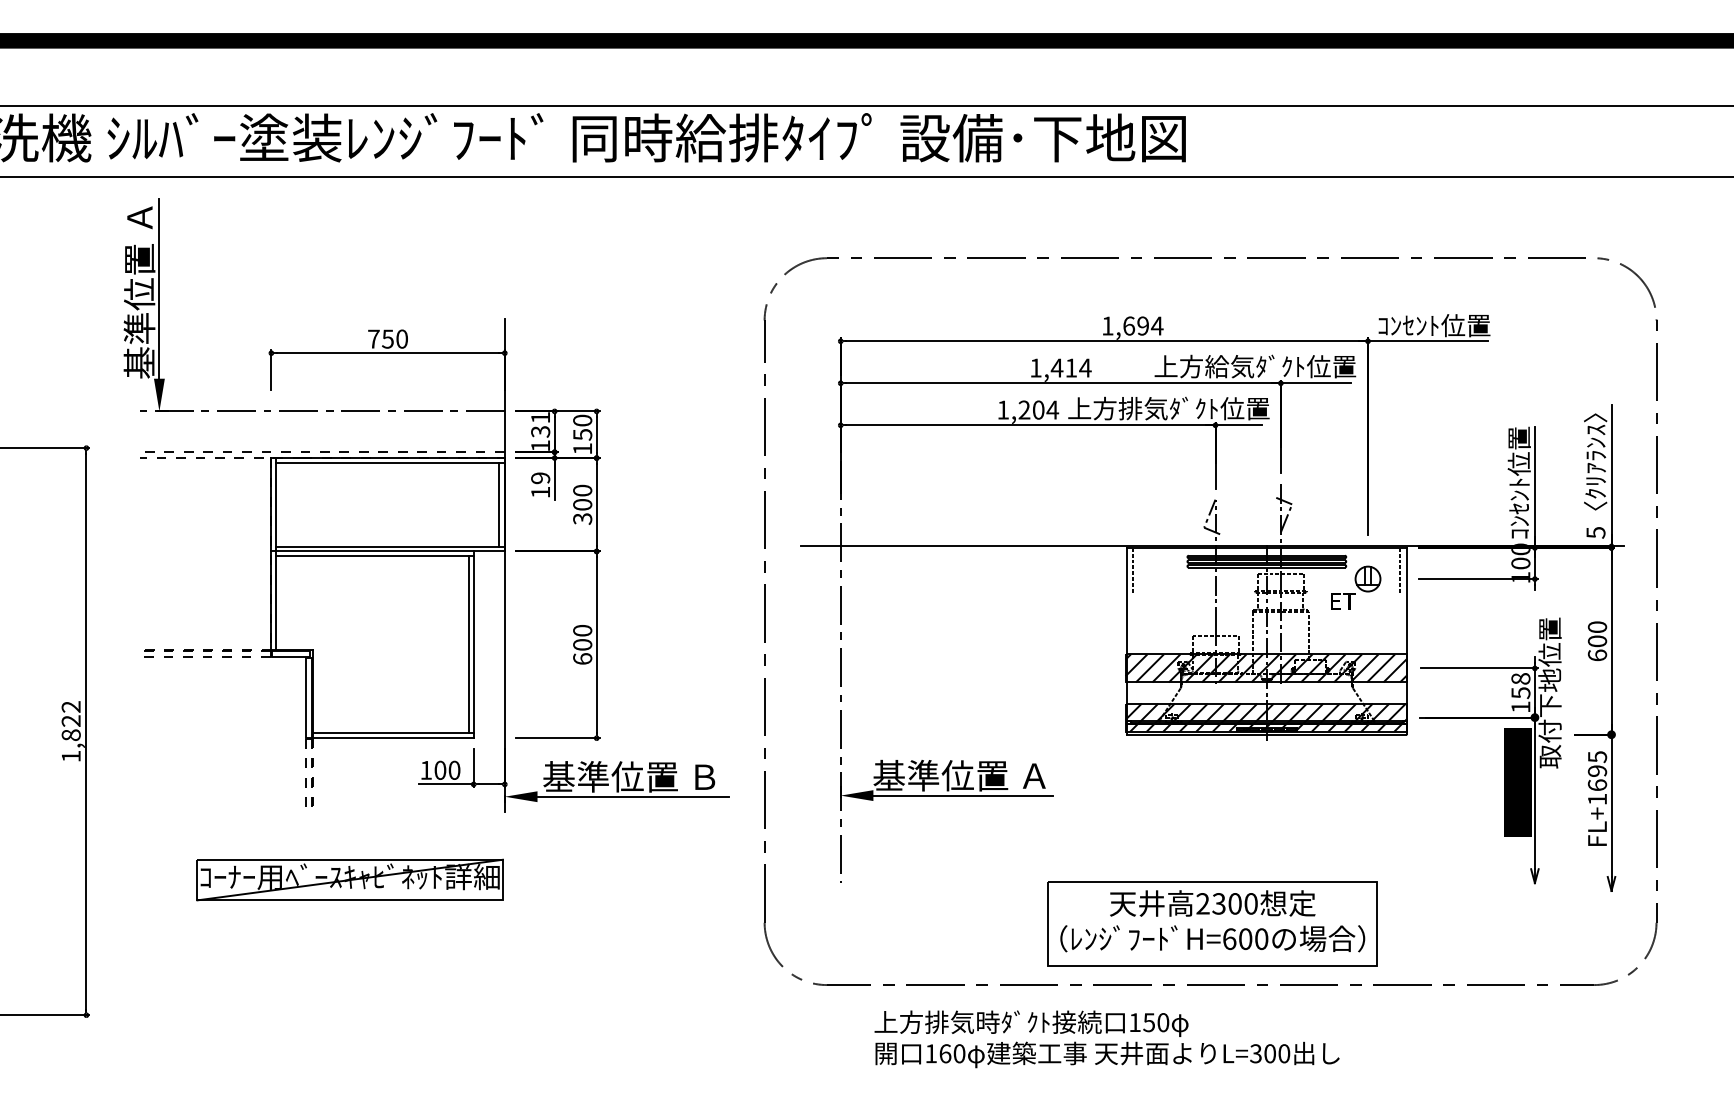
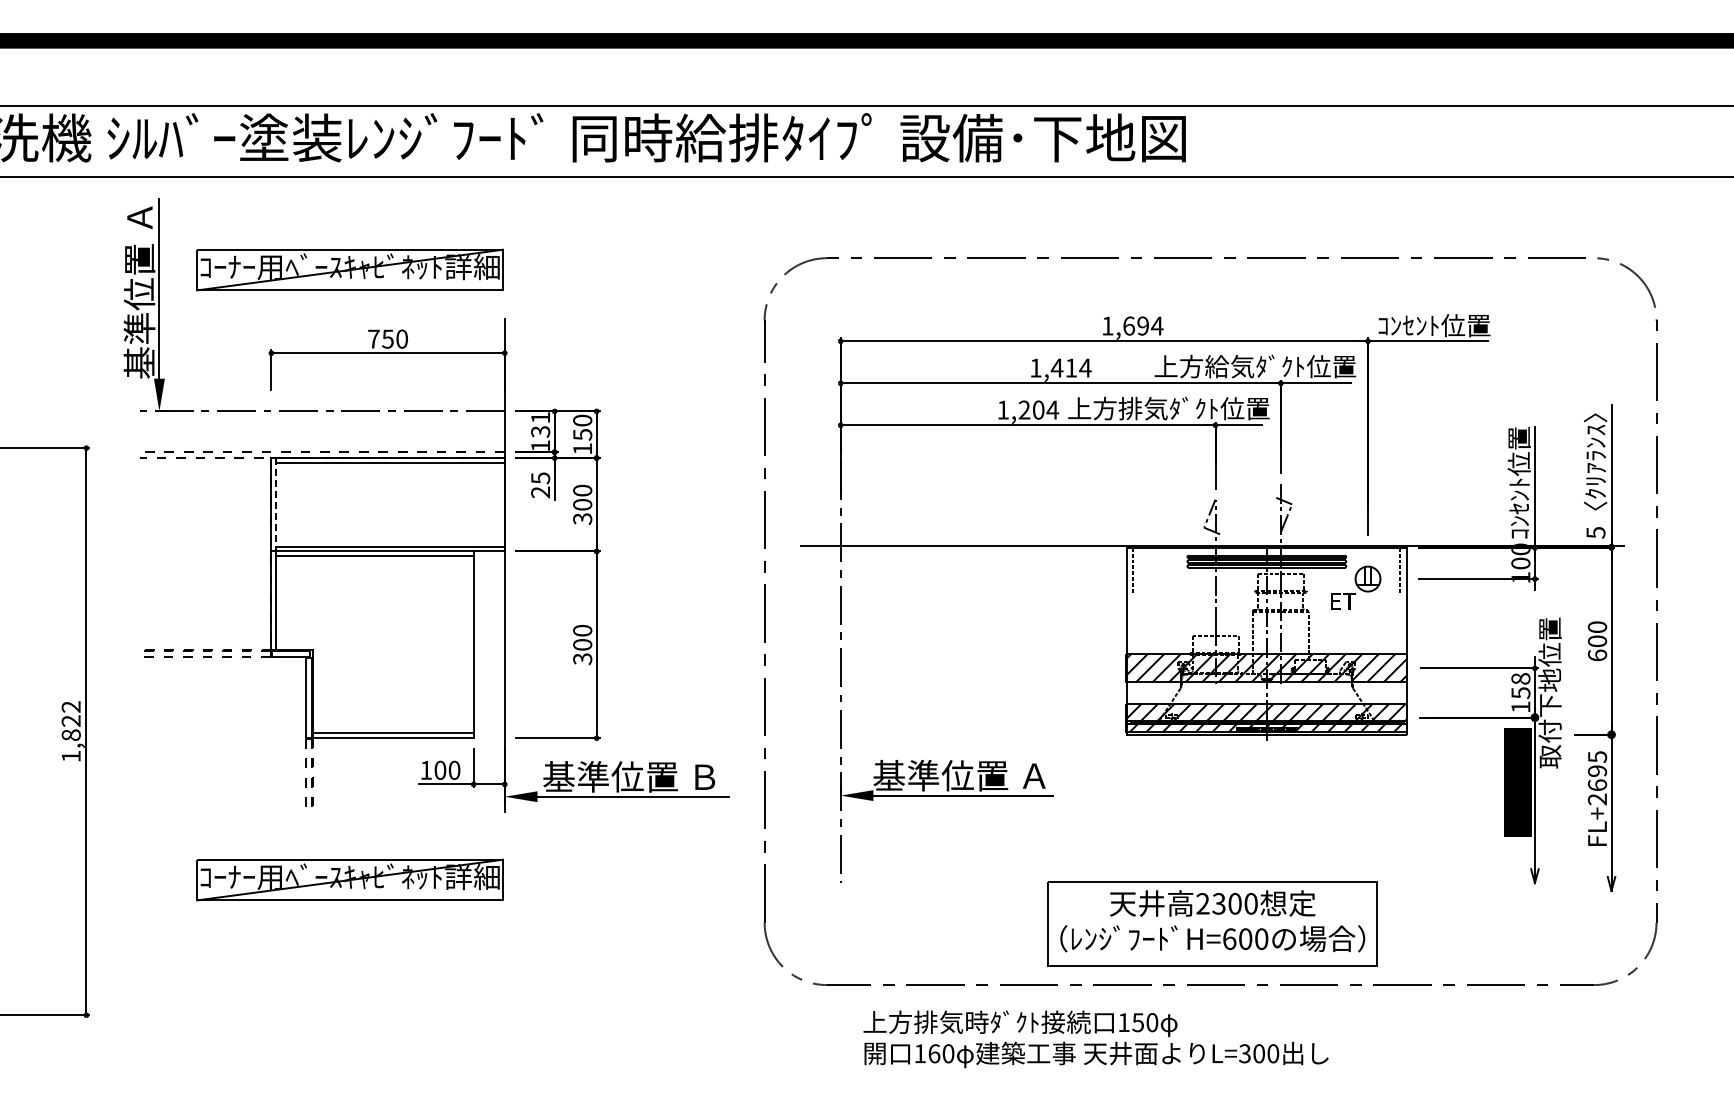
part at (349, 269): none -> present
text at (540, 485): 19 -> 25
line at (276, 504): solid -> dashed
line at (499, 504): present -> none
line at (468, 644): present -> none
text at (582, 659): 600 -> 300
text at (1596, 799): FL+1695 -> FL+2695
text at (1106, 1039) position: (1106, 1039) -> (1095, 1039)
